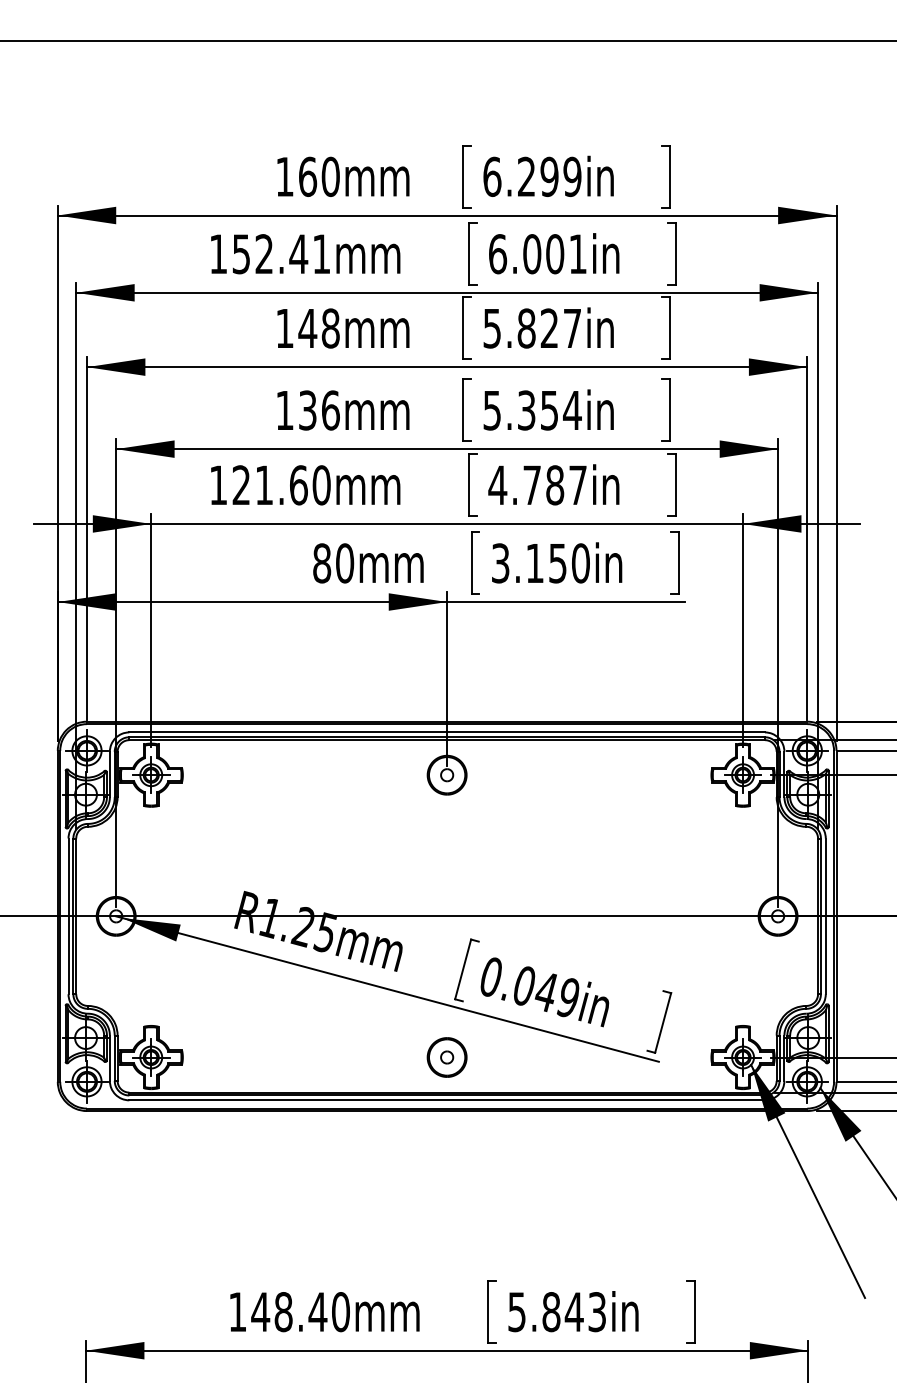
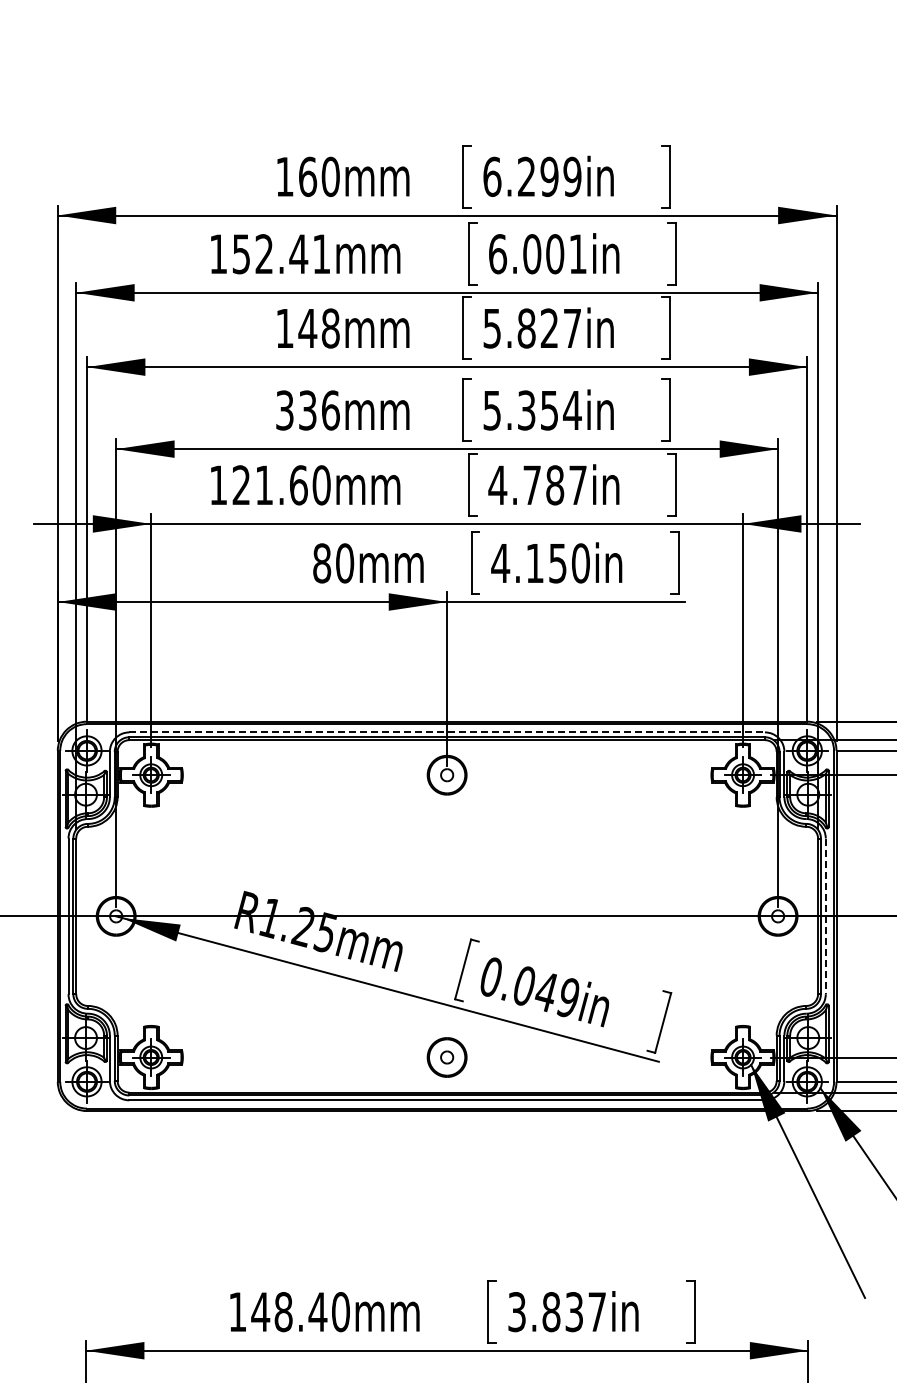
line at (447, 41): present -> none
text at (284, 410): 136mm -> 336mm
text at (500, 563): 3.150in -> 4.150in
line at (447, 732): solid -> dashed
line at (825, 916): solid -> dashed
text at (556, 1312): 5.843in -> 3.837in
